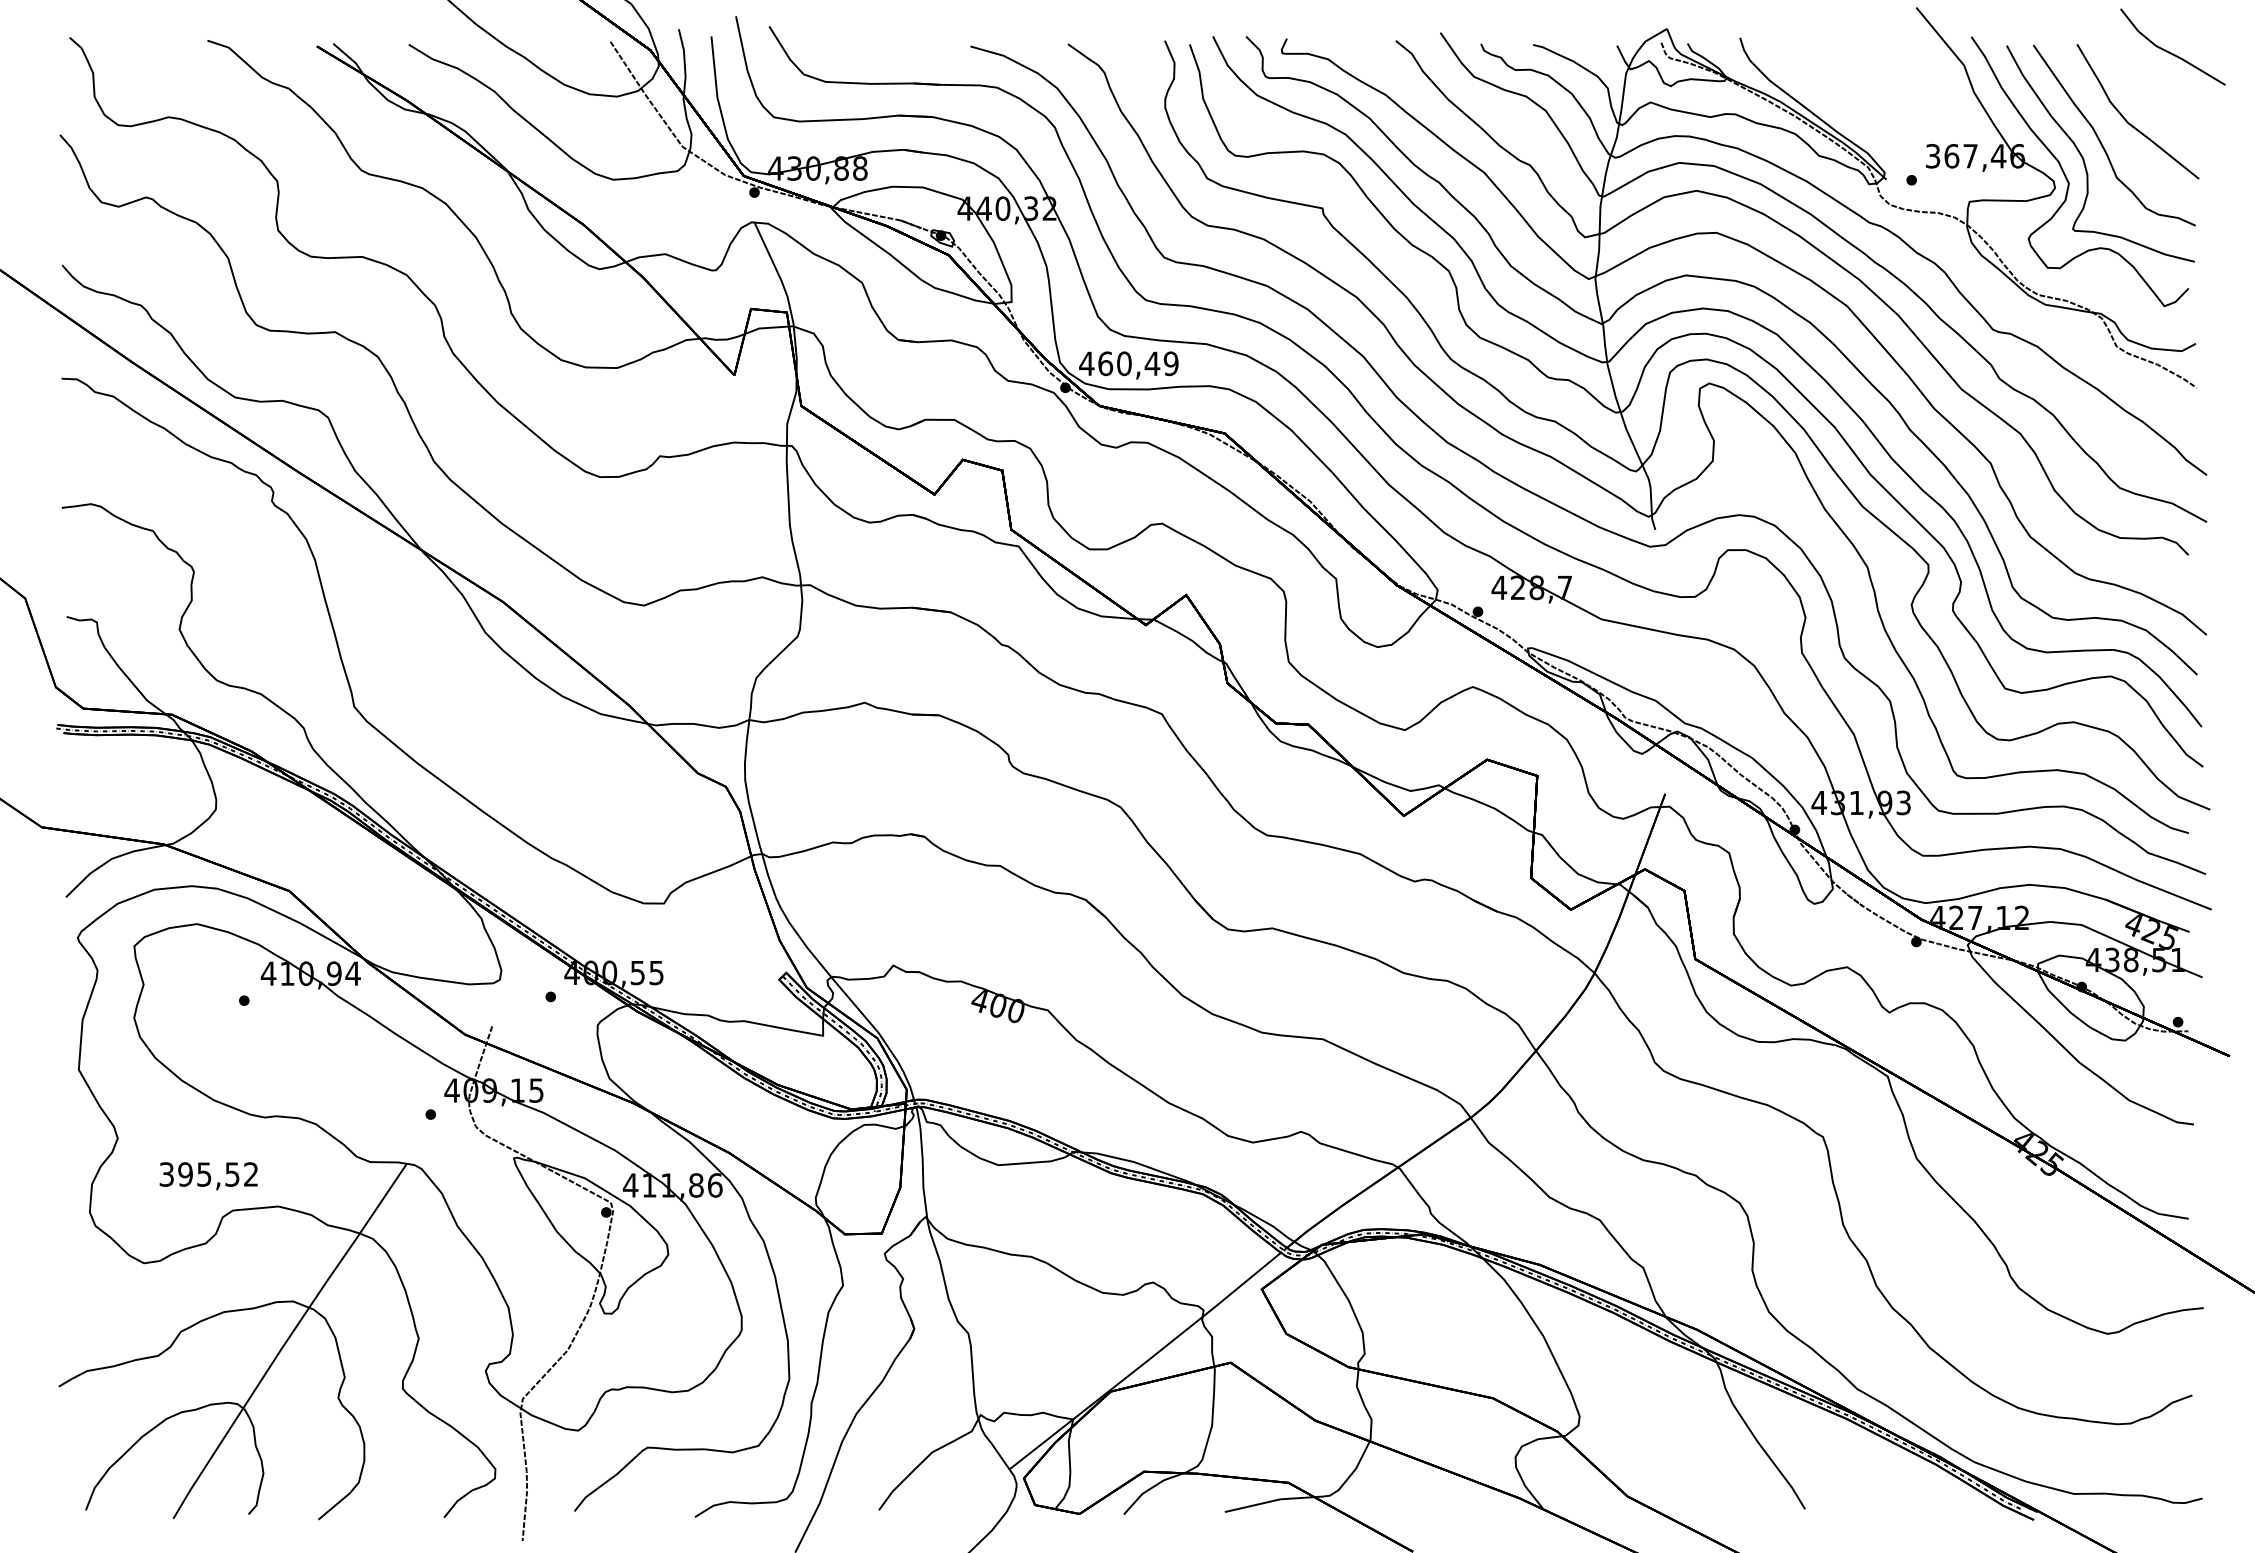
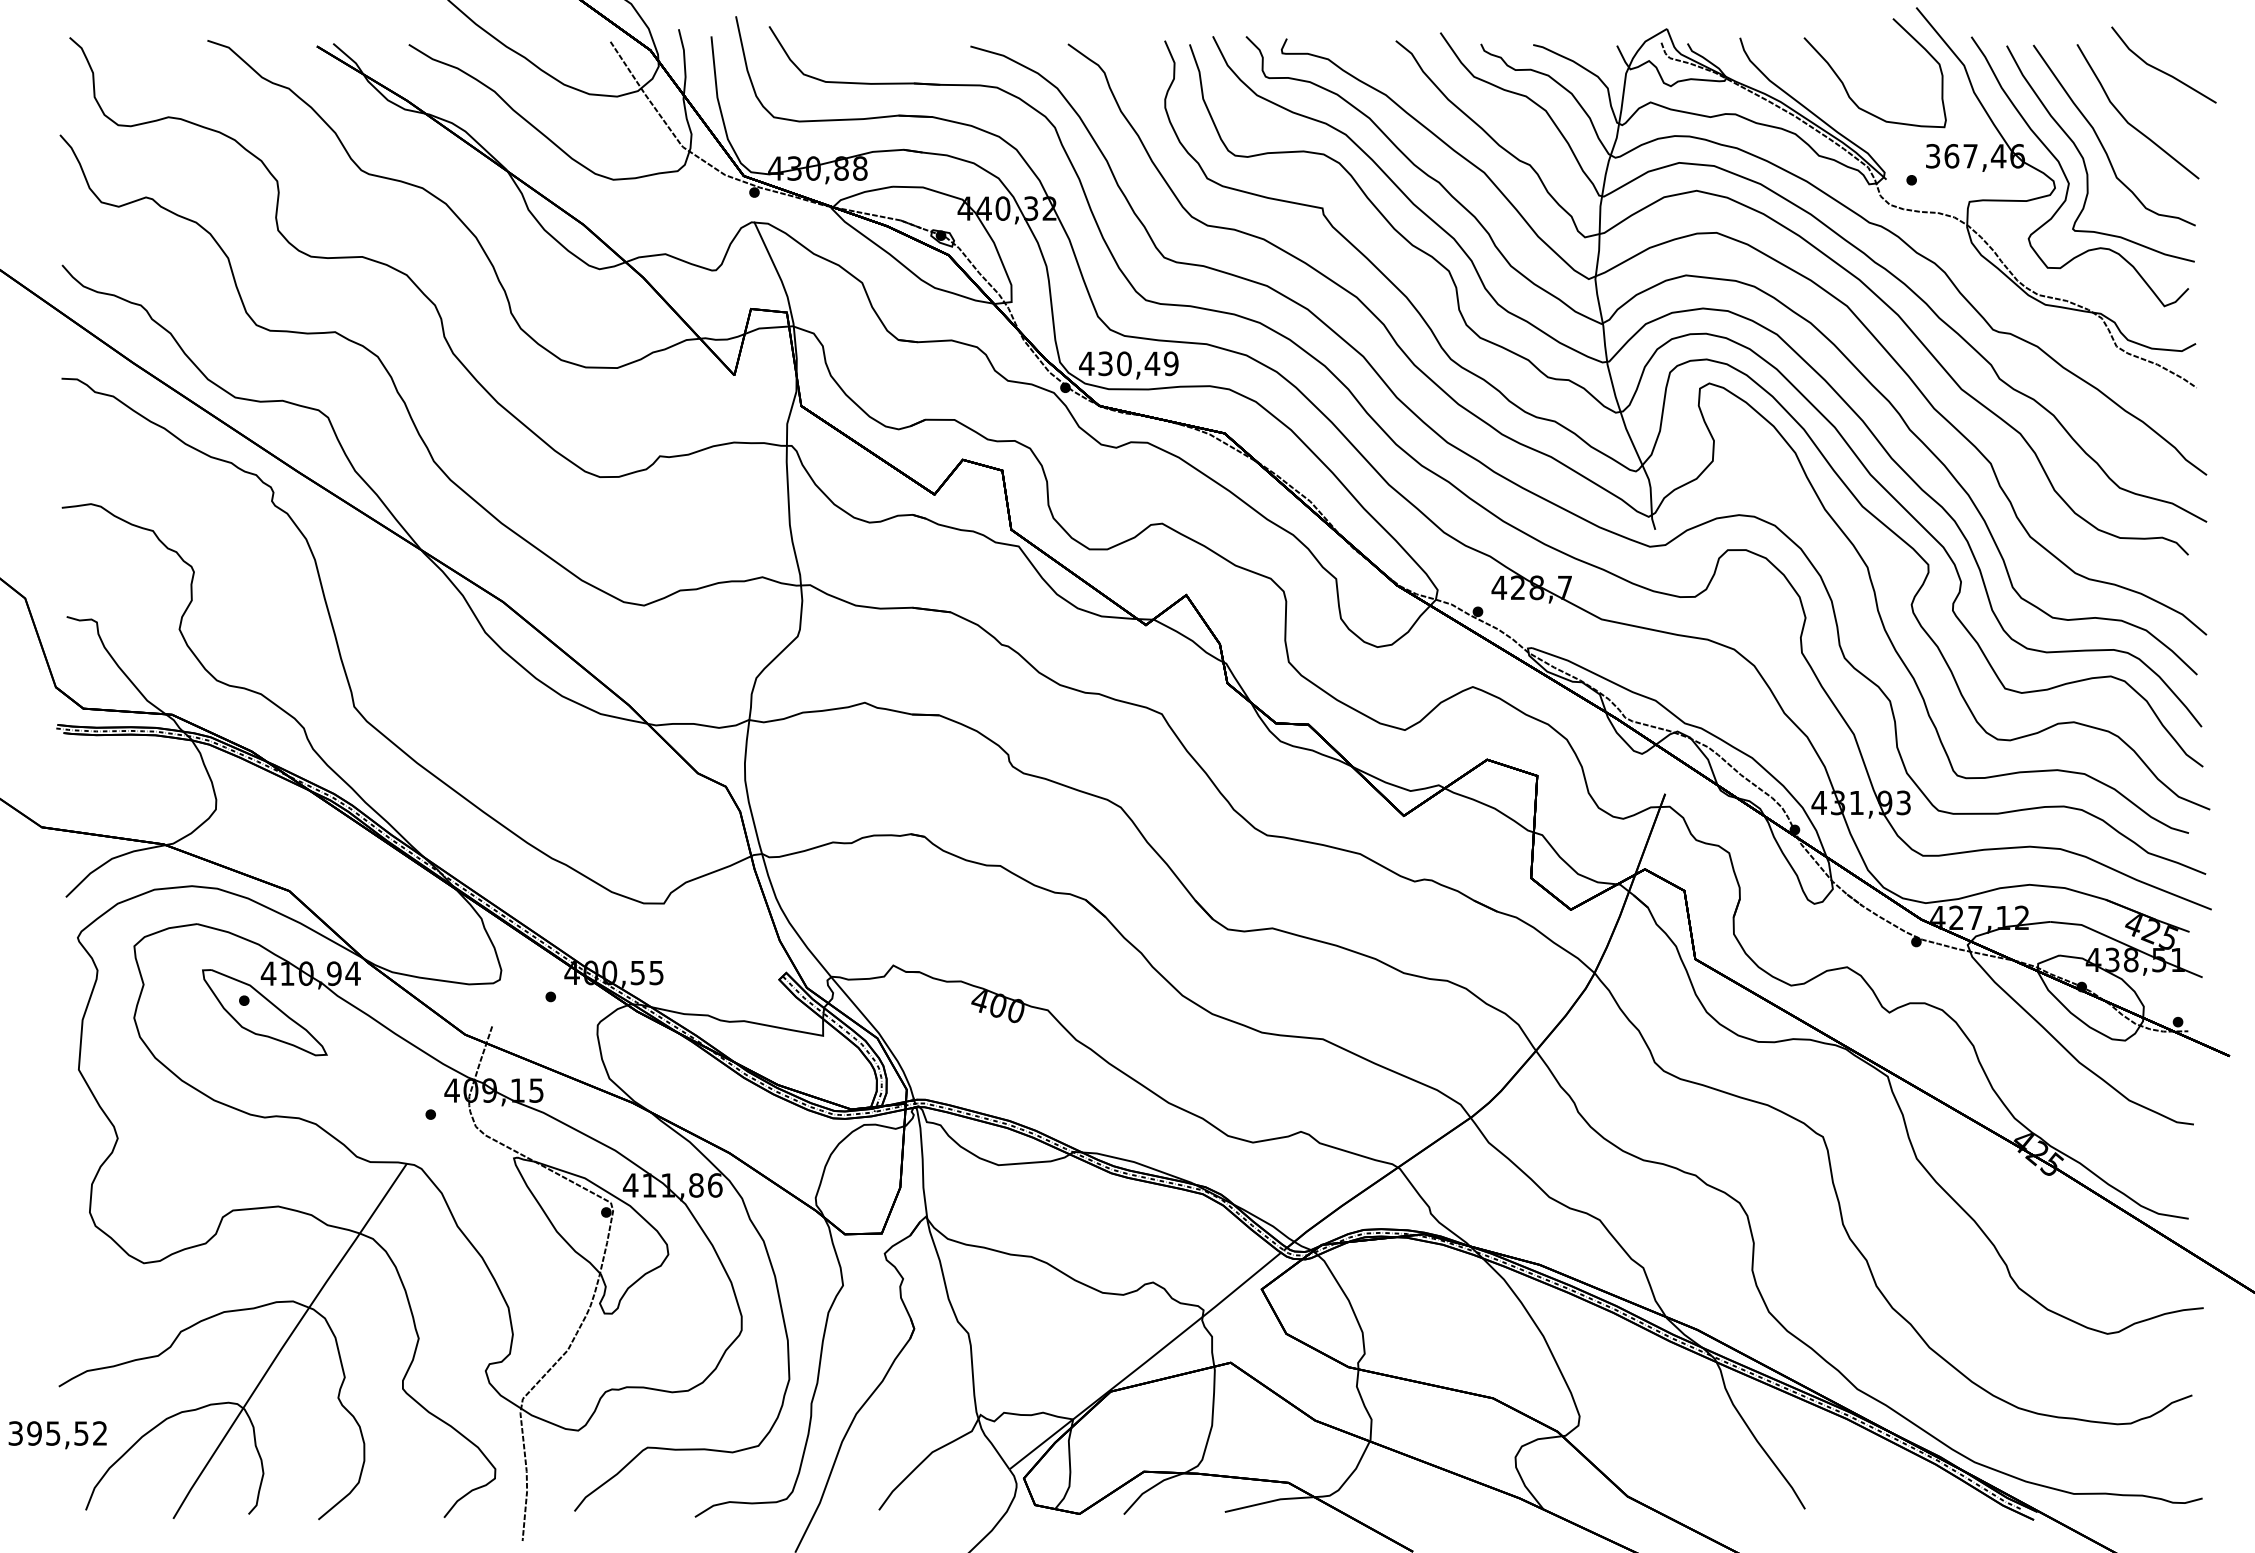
line at (2169, 51) position: (2169, 51) -> (2160, 69)
curve at (1846, 88): none -> present
text at (1105, 363): 460,49 -> 430,49
part at (264, 1012): none -> present
text at (208, 1176) position: (208, 1176) -> (57, 1435)
